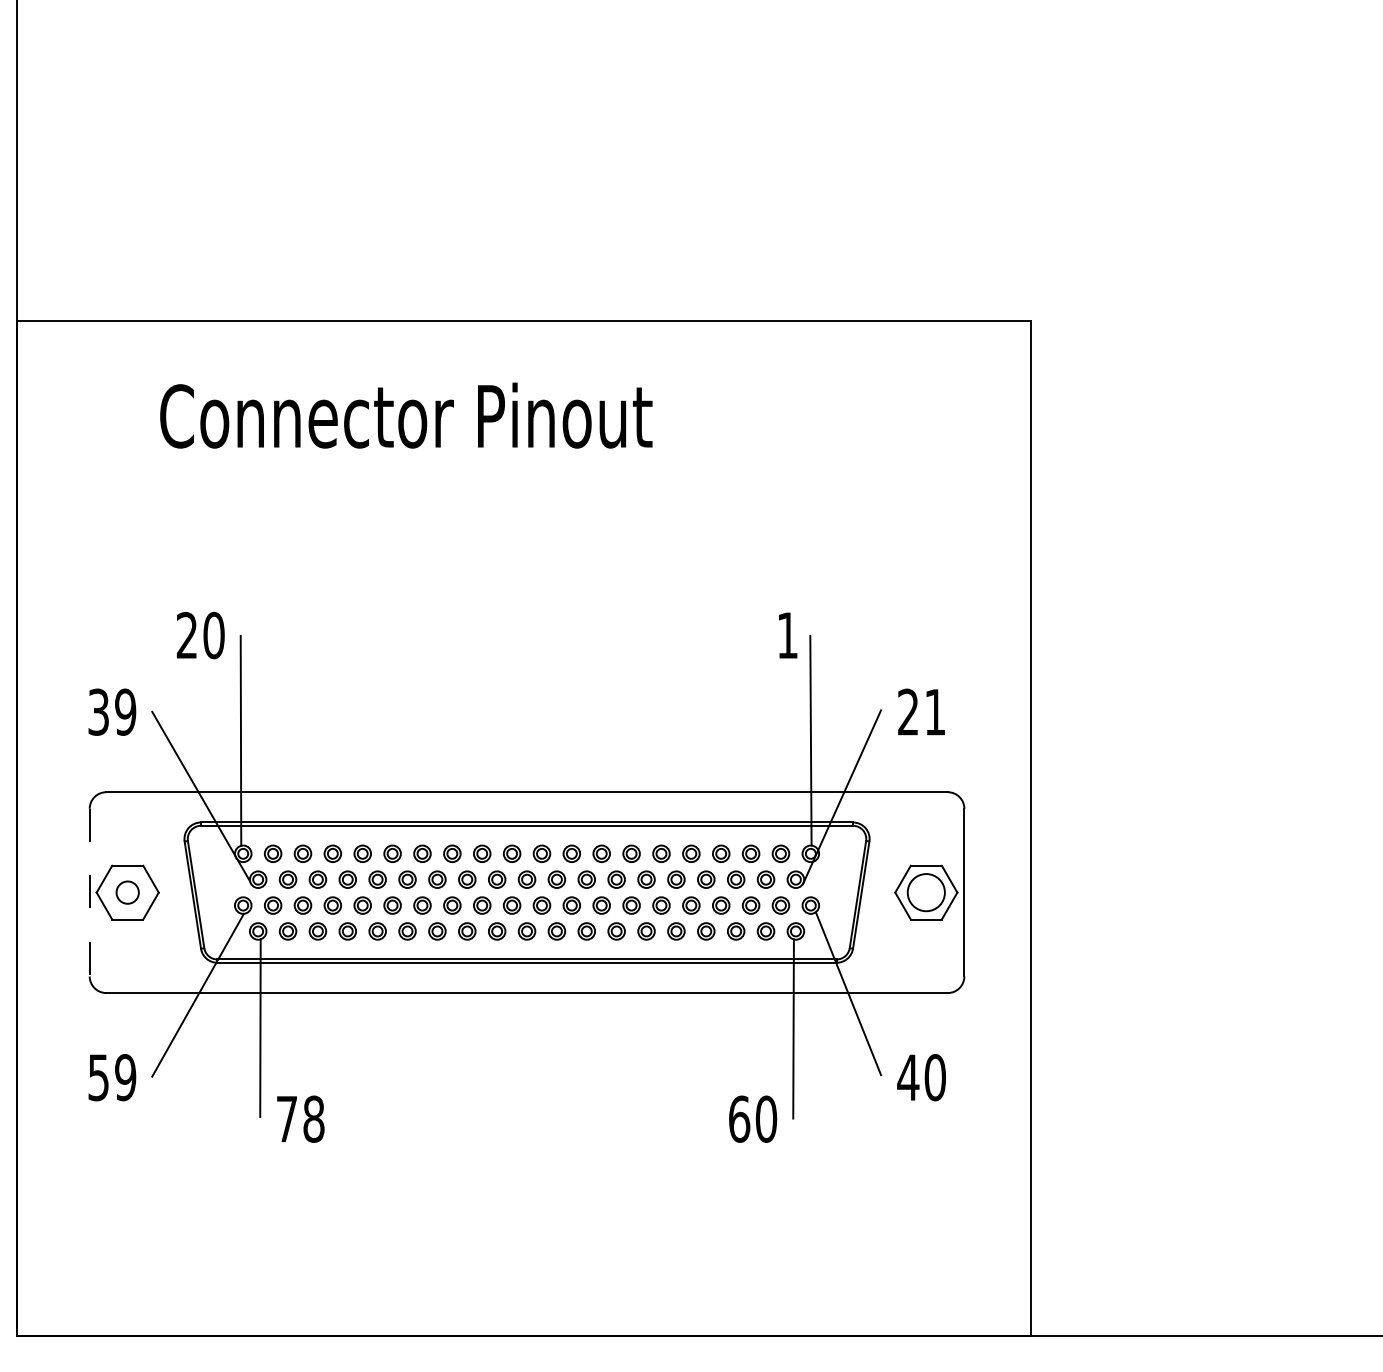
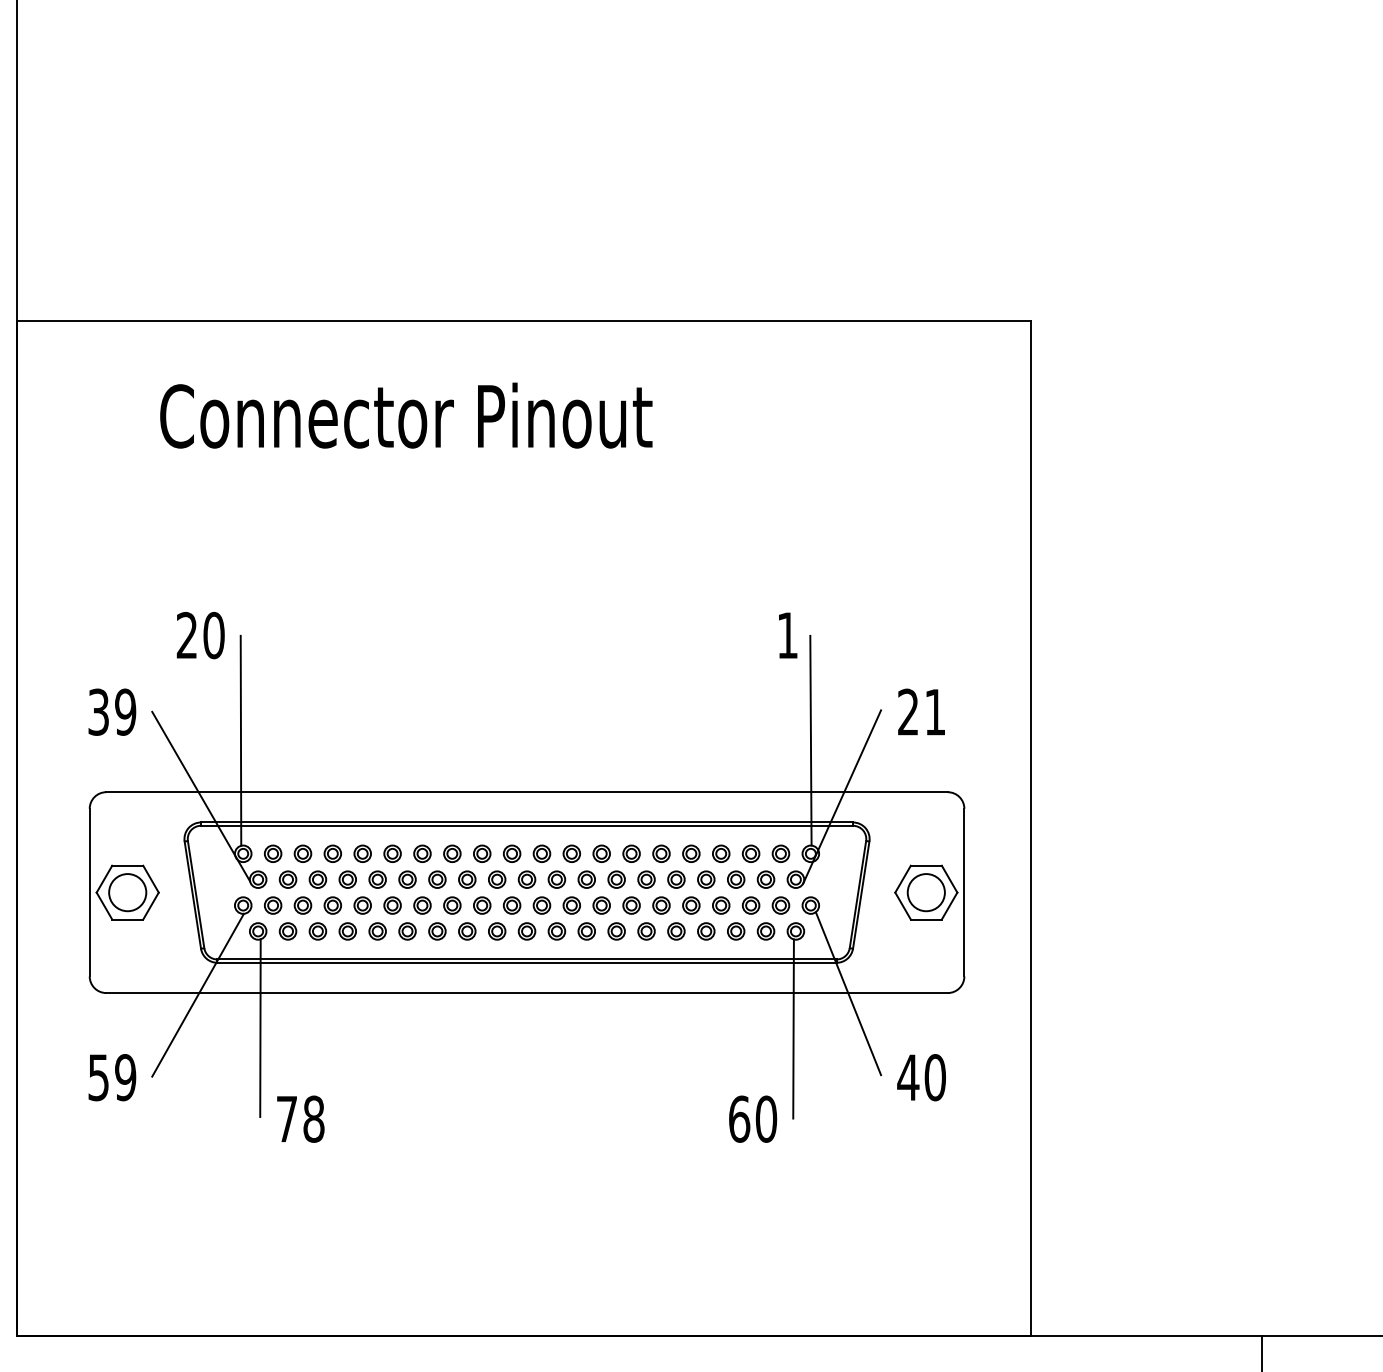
line at (89, 892): dashed -> solid
circle at (127, 892) diameter: 22 px -> 37 px
line at (1261, 1351): none -> present
